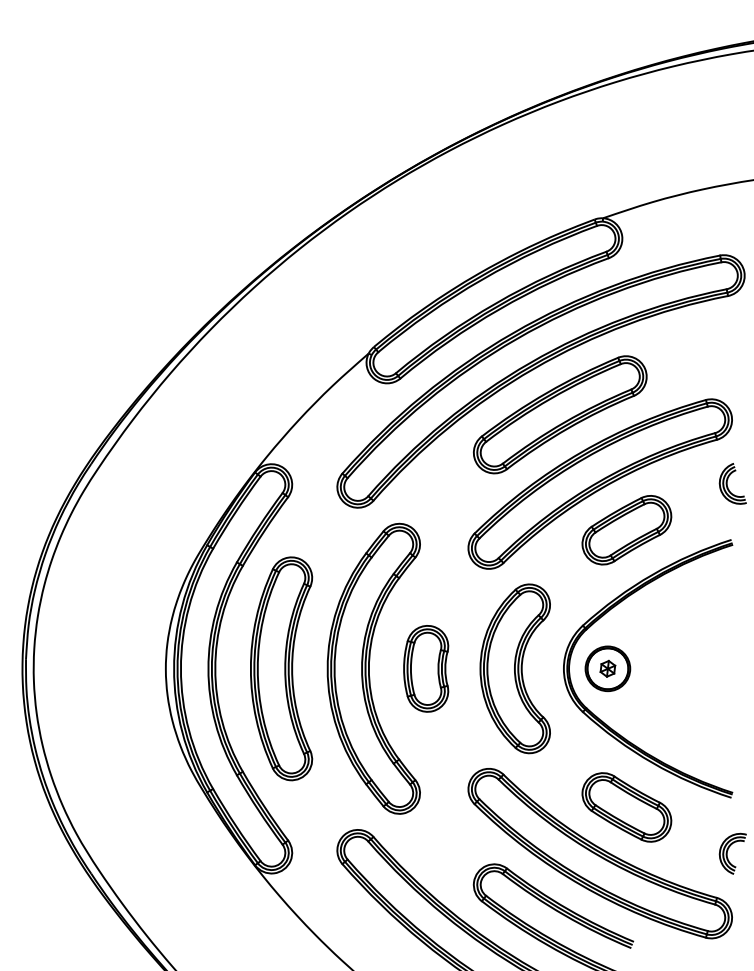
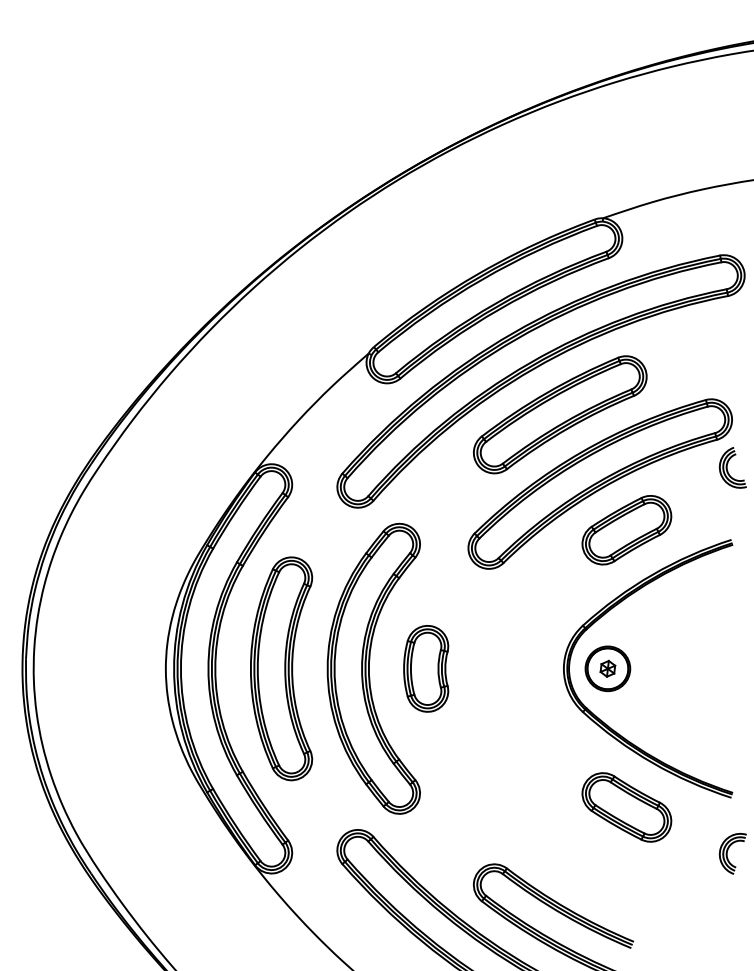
part at (732, 483) position: (732, 483) -> (732, 467)
part at (514, 668): present -> none
part at (599, 853): present -> none
